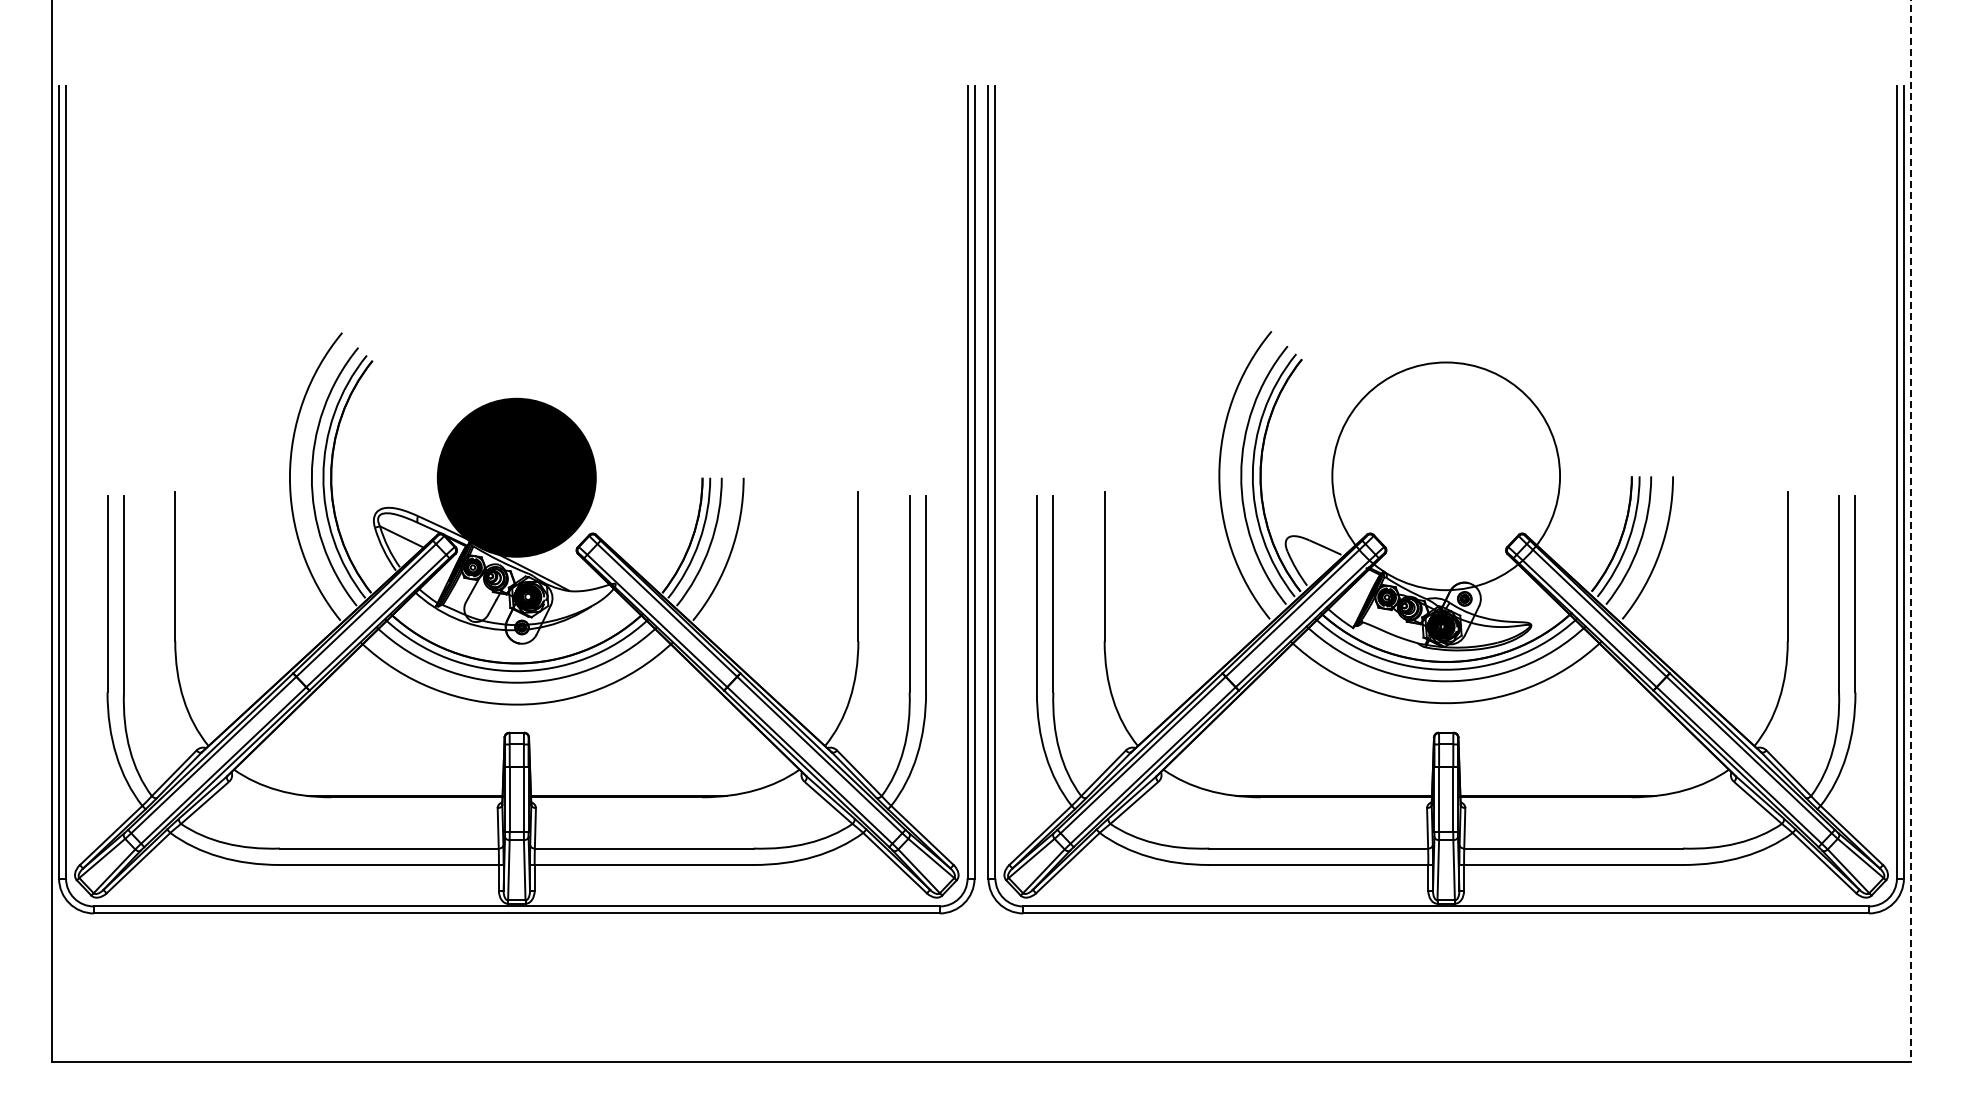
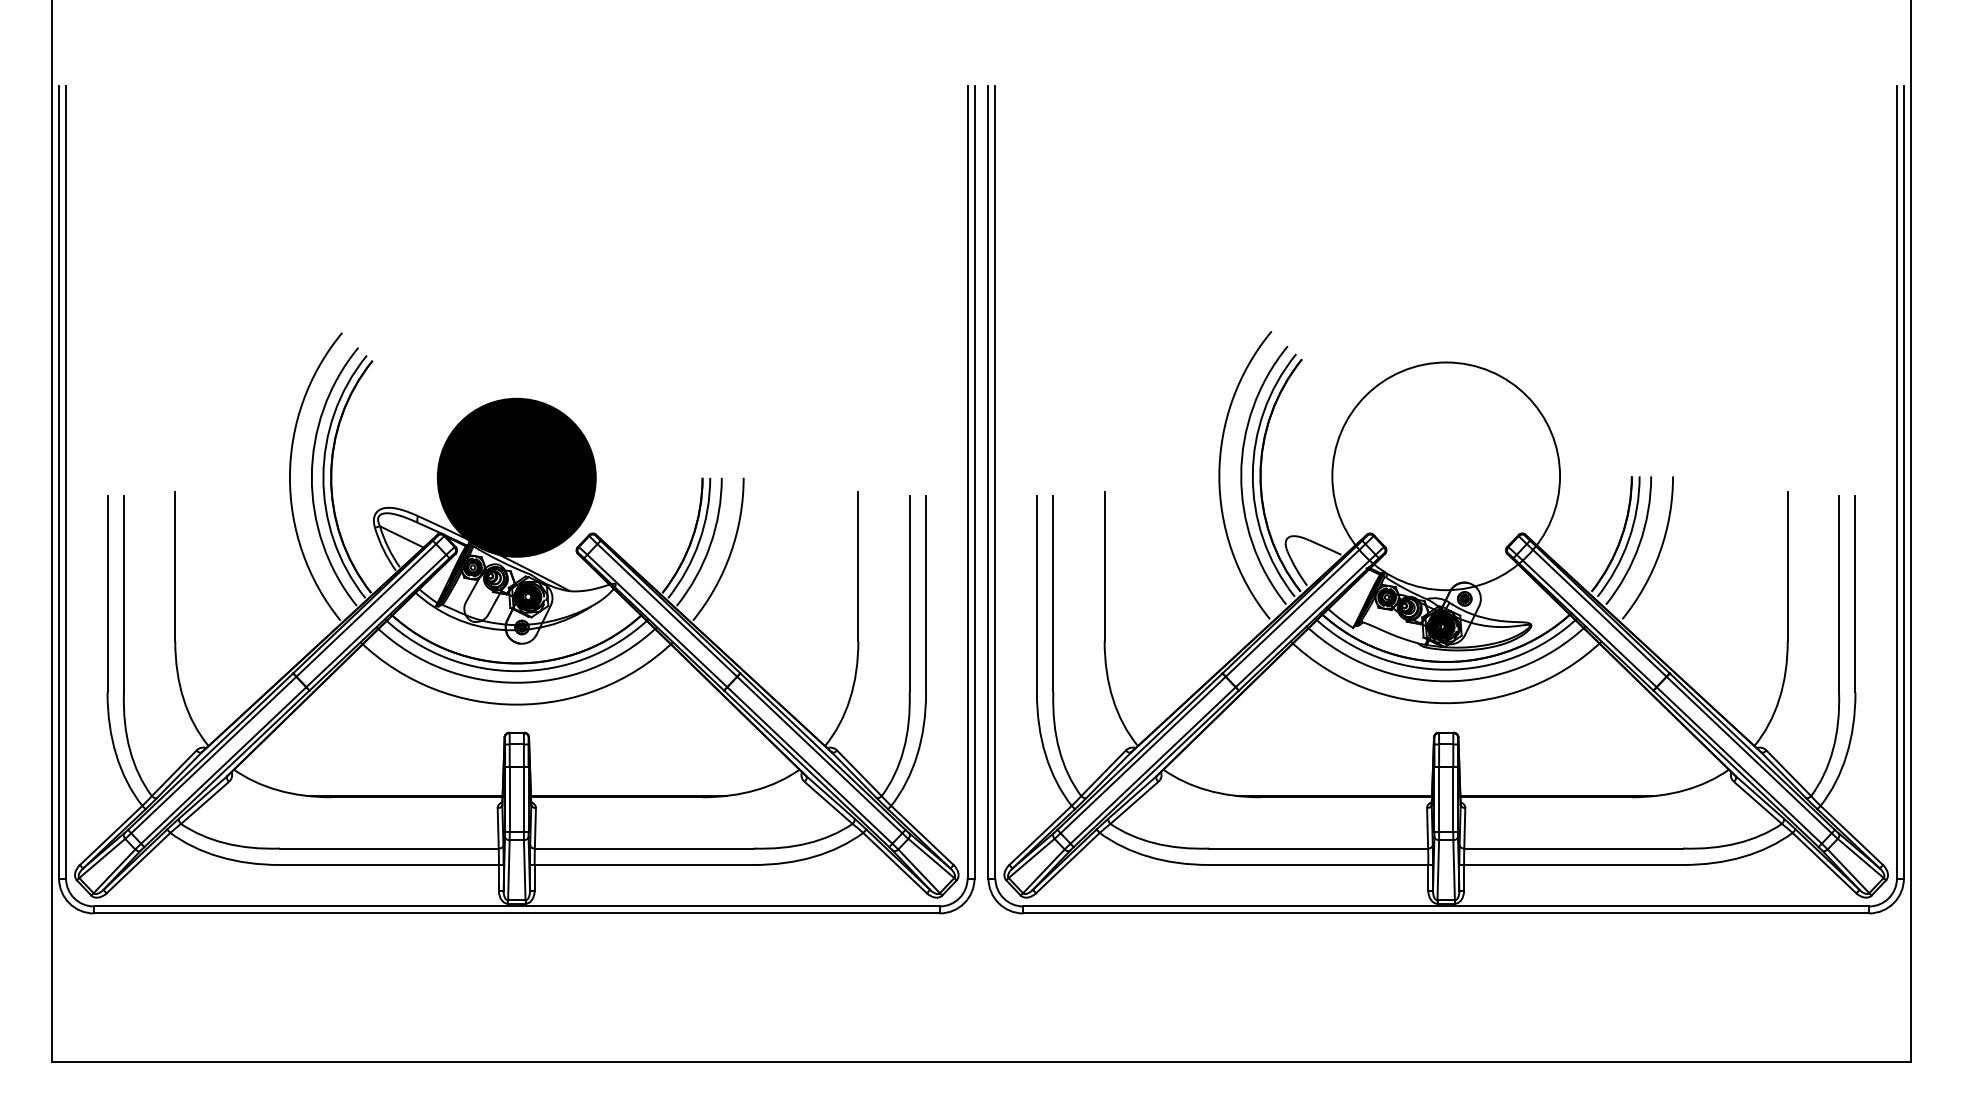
line at (1910, 531): dashed -> solid
